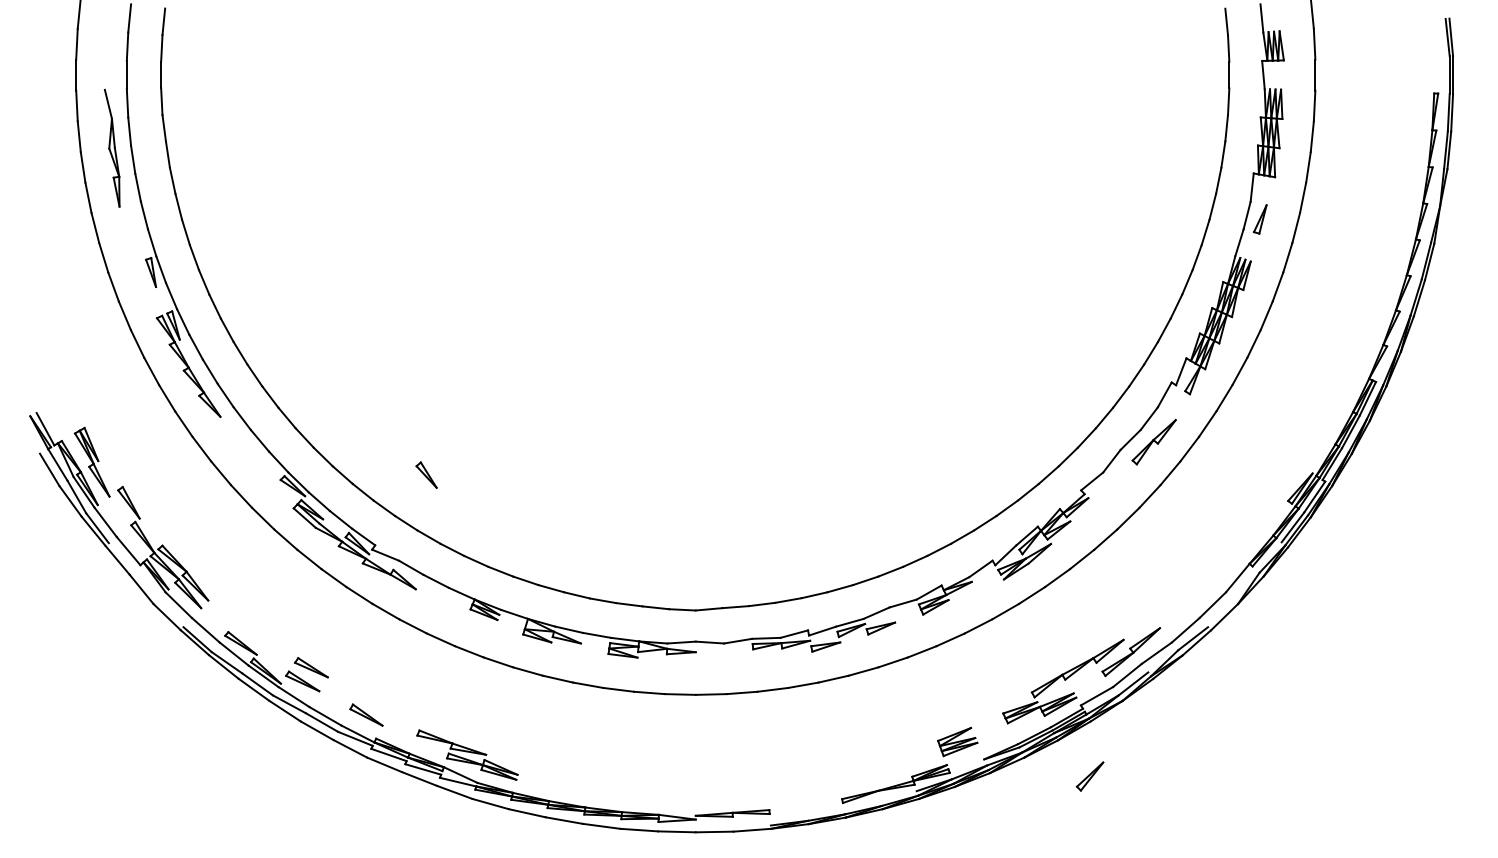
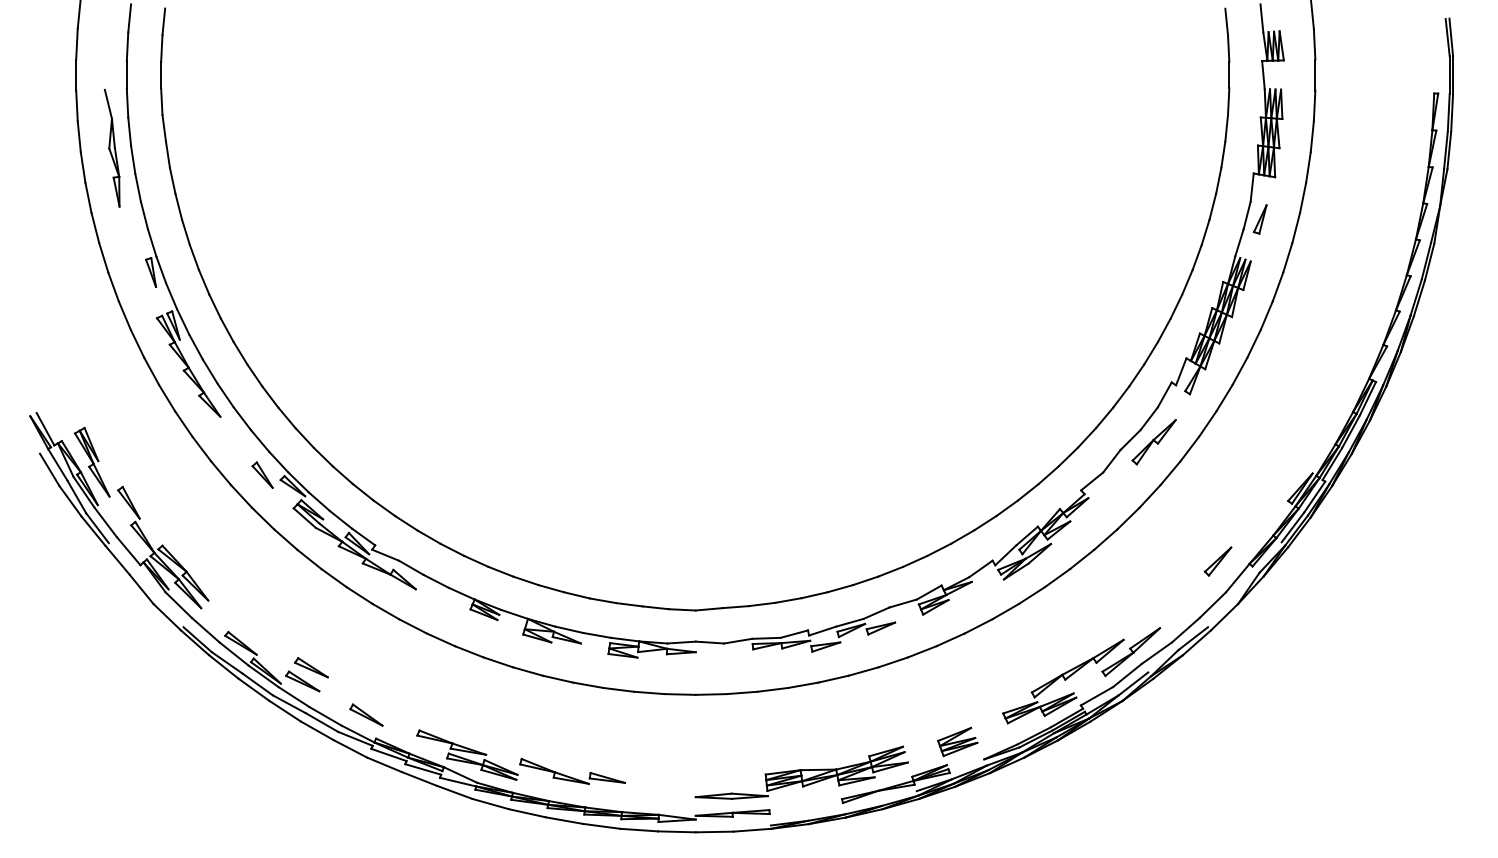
part at (426, 474) position: (426, 474) -> (262, 474)
part at (801, 772): none -> present
part at (570, 776): none -> present
part at (1089, 776) position: (1089, 776) -> (1217, 561)
